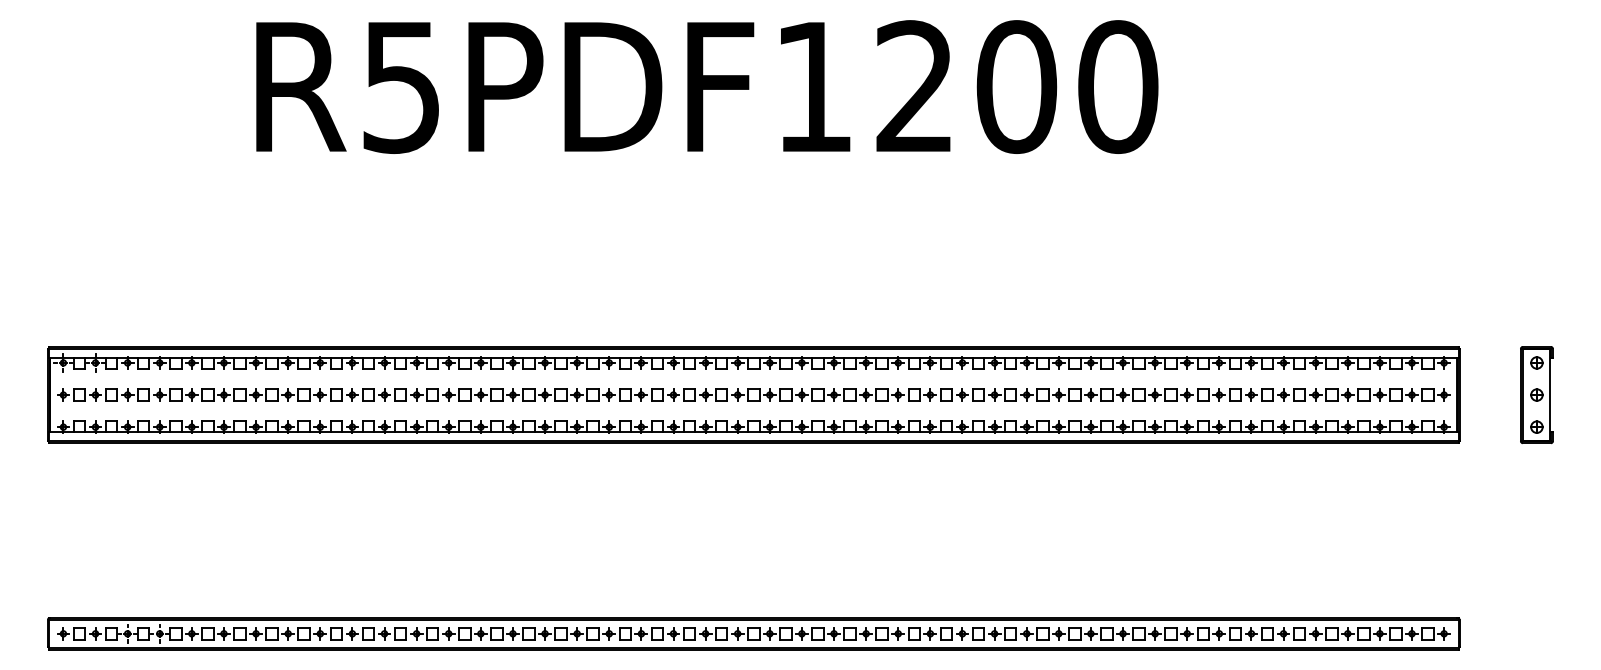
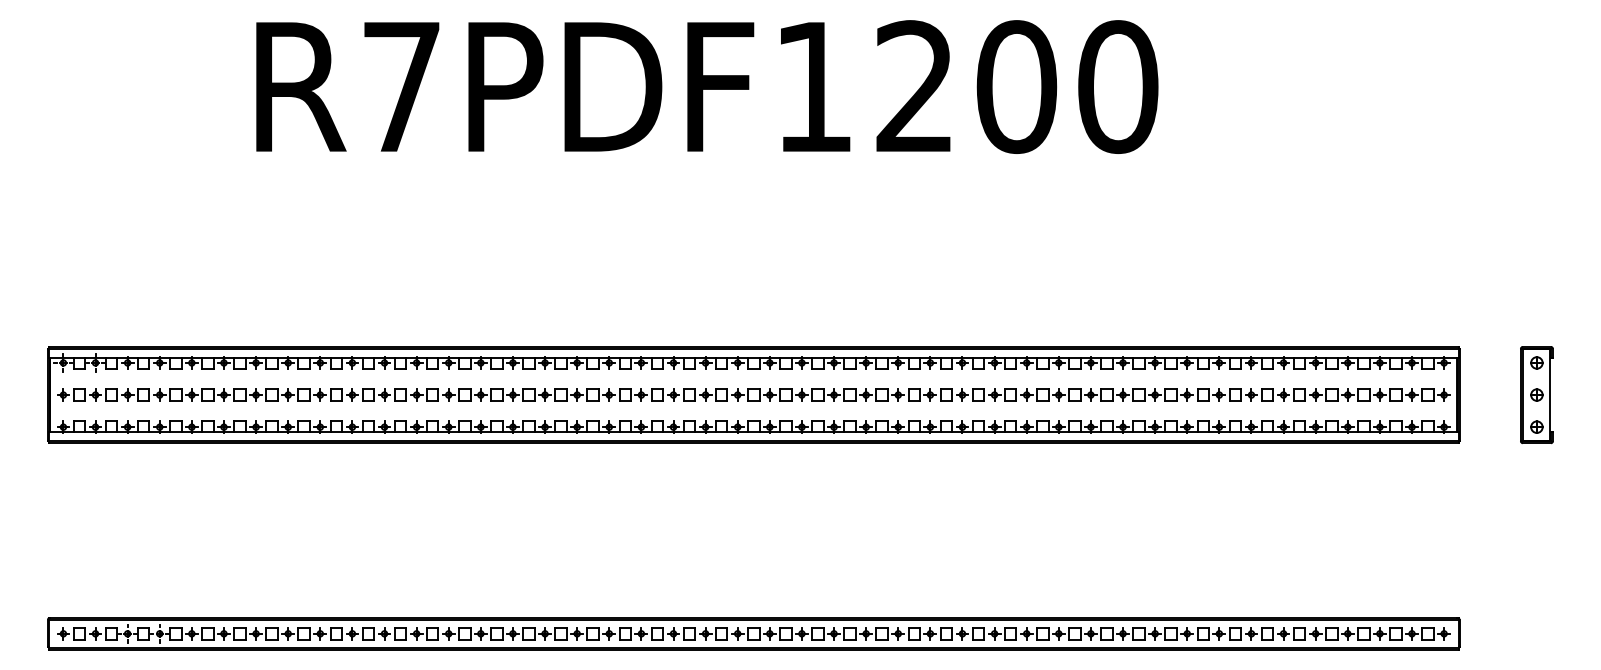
text at (401, 87): R5PDF1200 -> R7PDF1200
